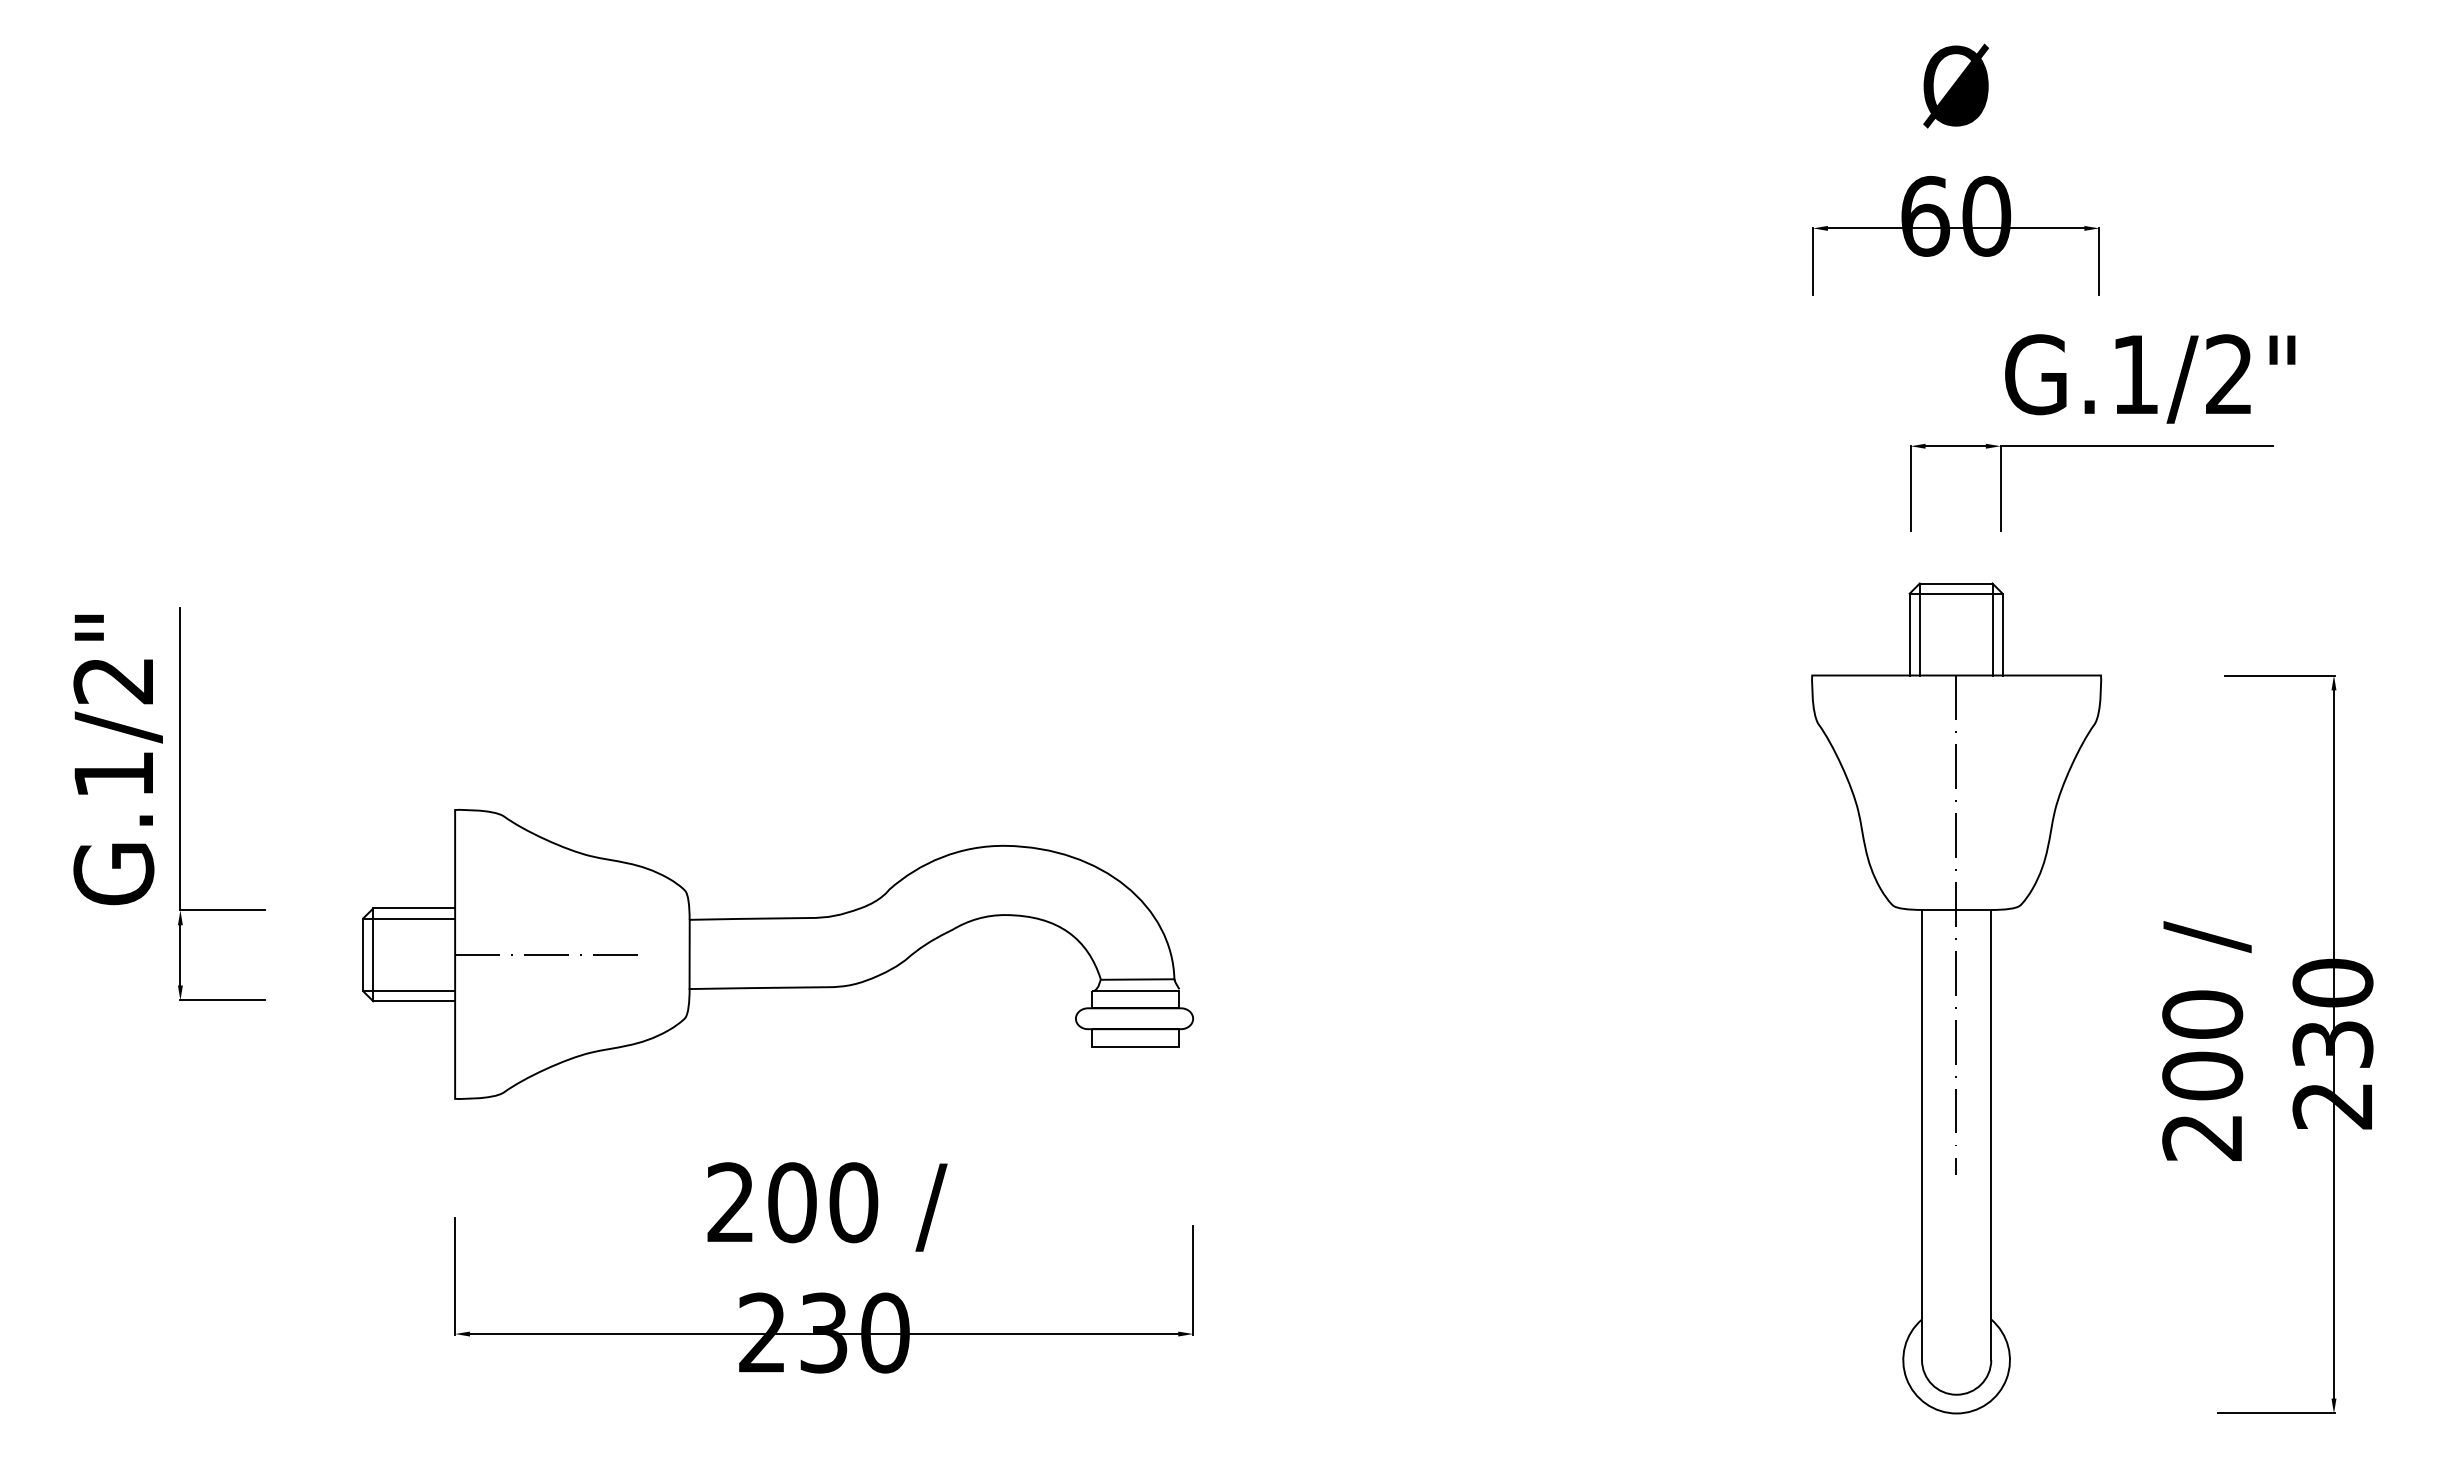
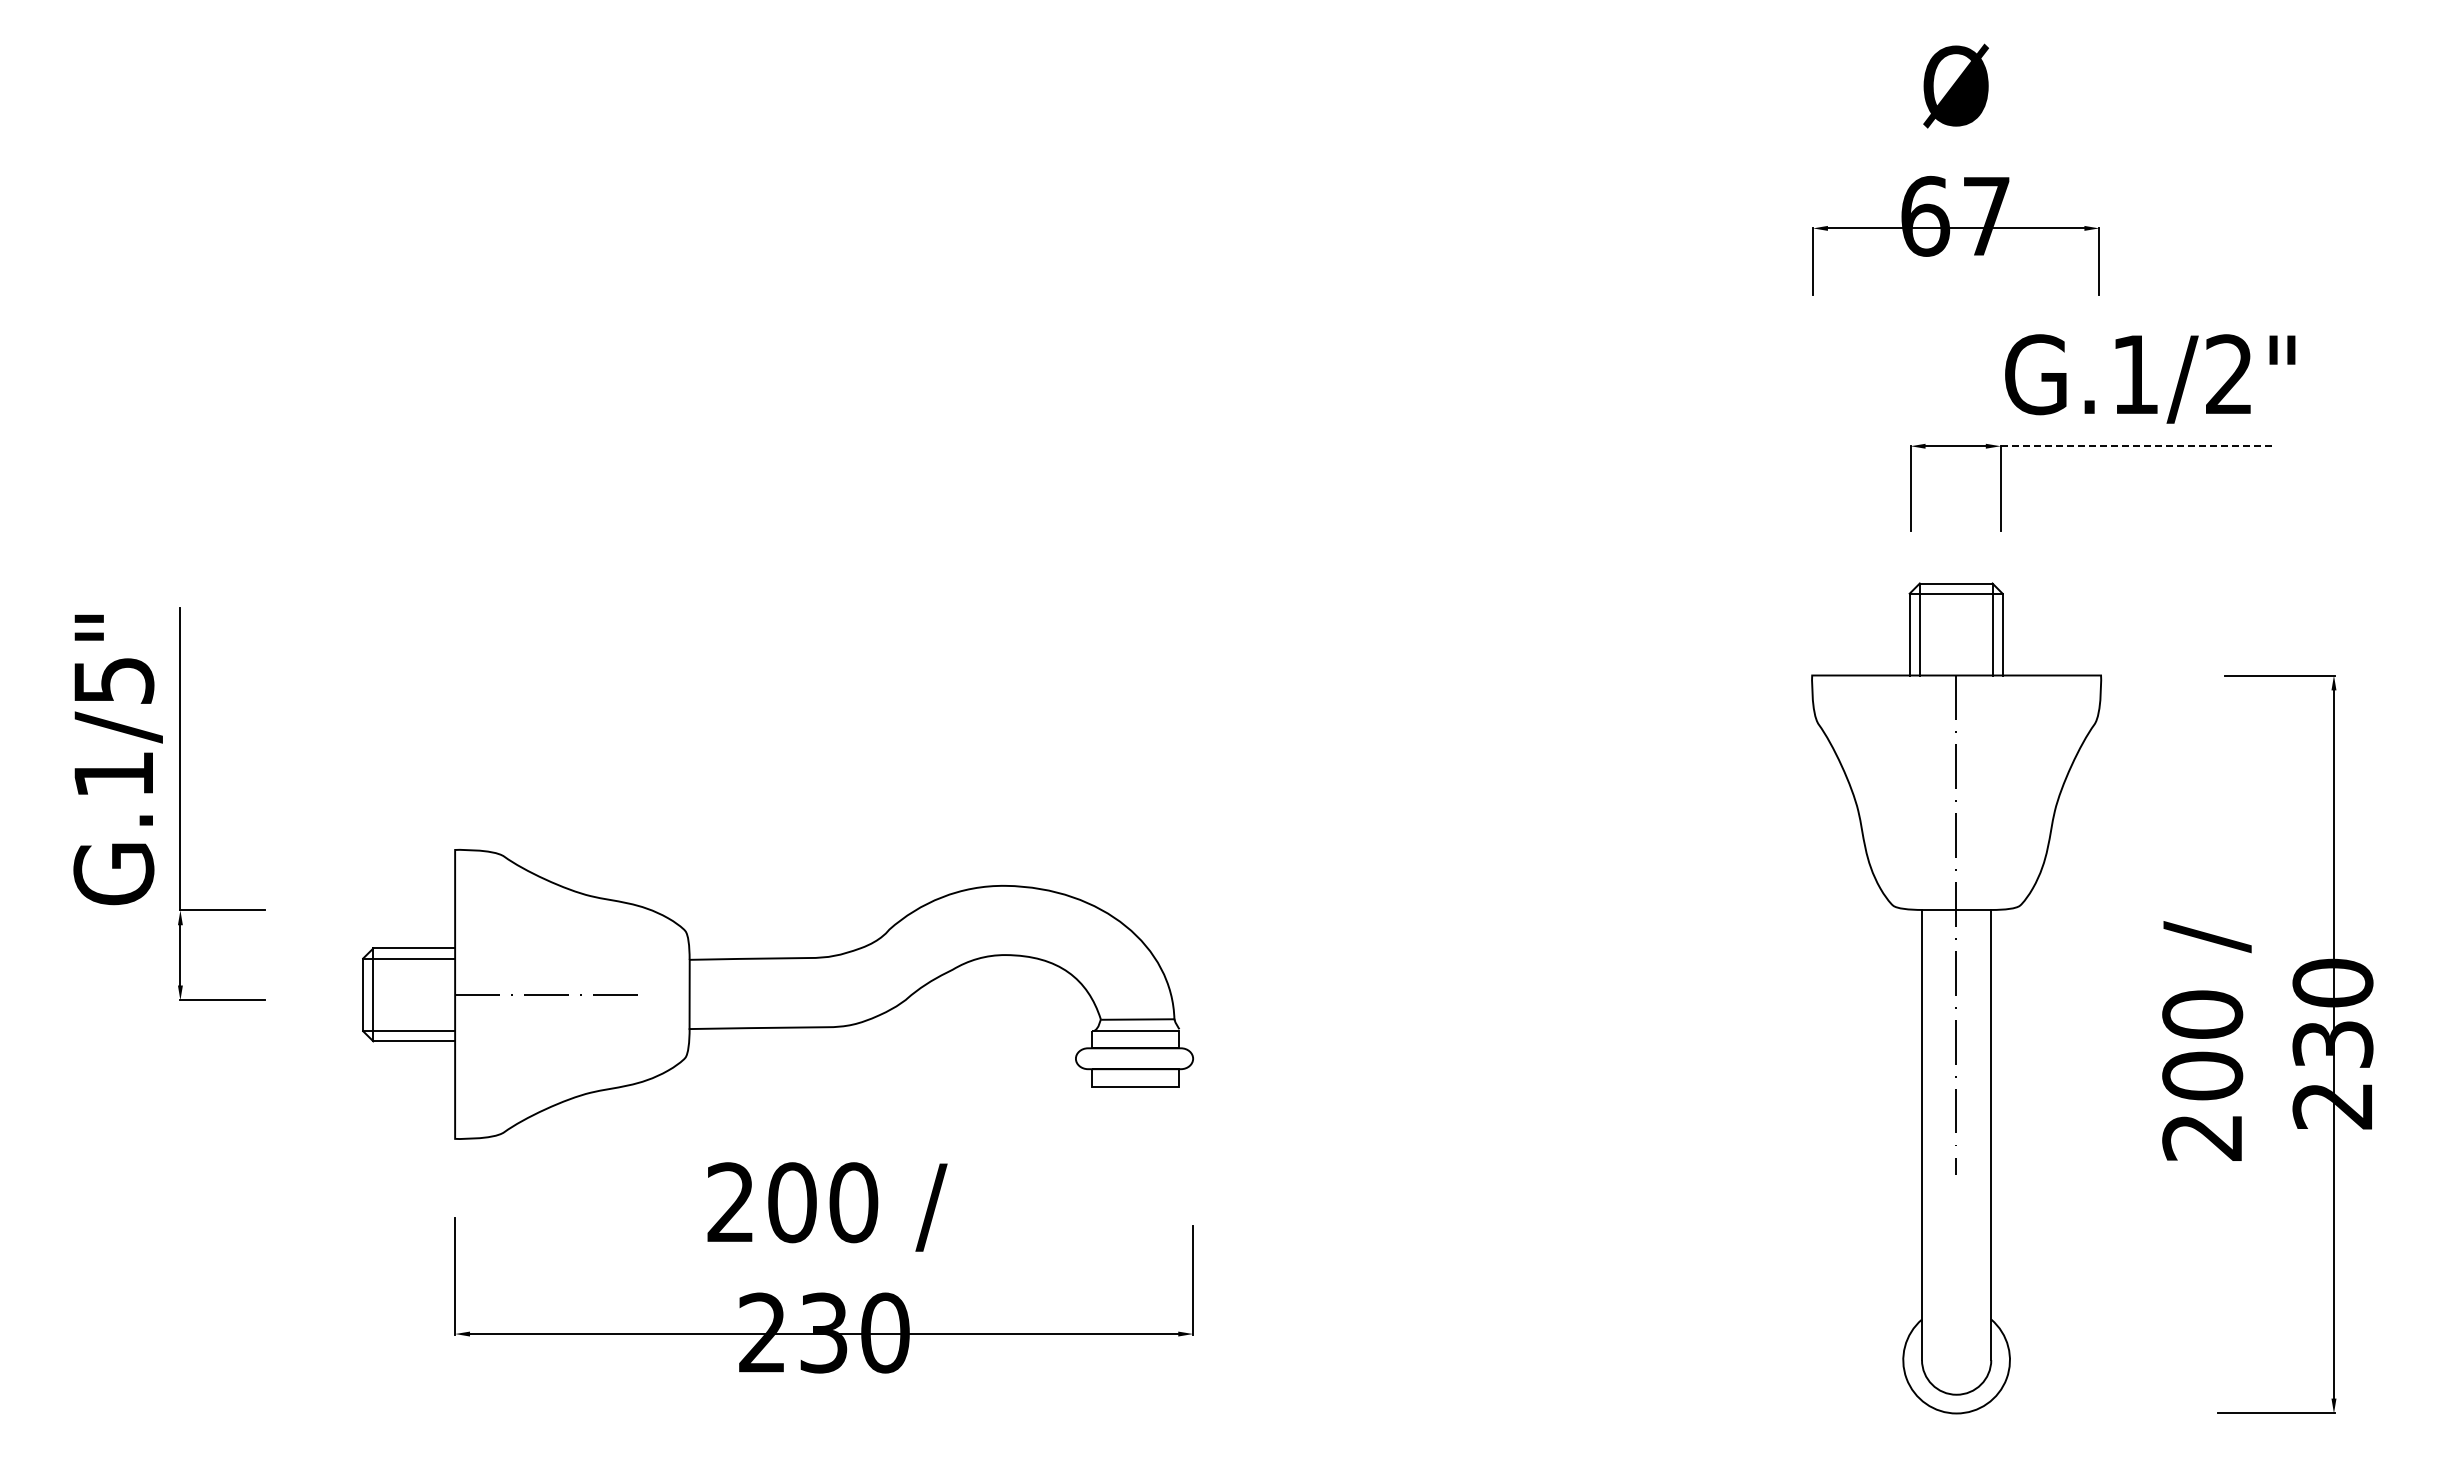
text at (1986, 215): 60 -> 67
line at (2137, 446): solid -> dashed
text at (113, 681): G.1/2" -> G.1/5"
part at (777, 954) position: (777, 954) -> (777, 994)
